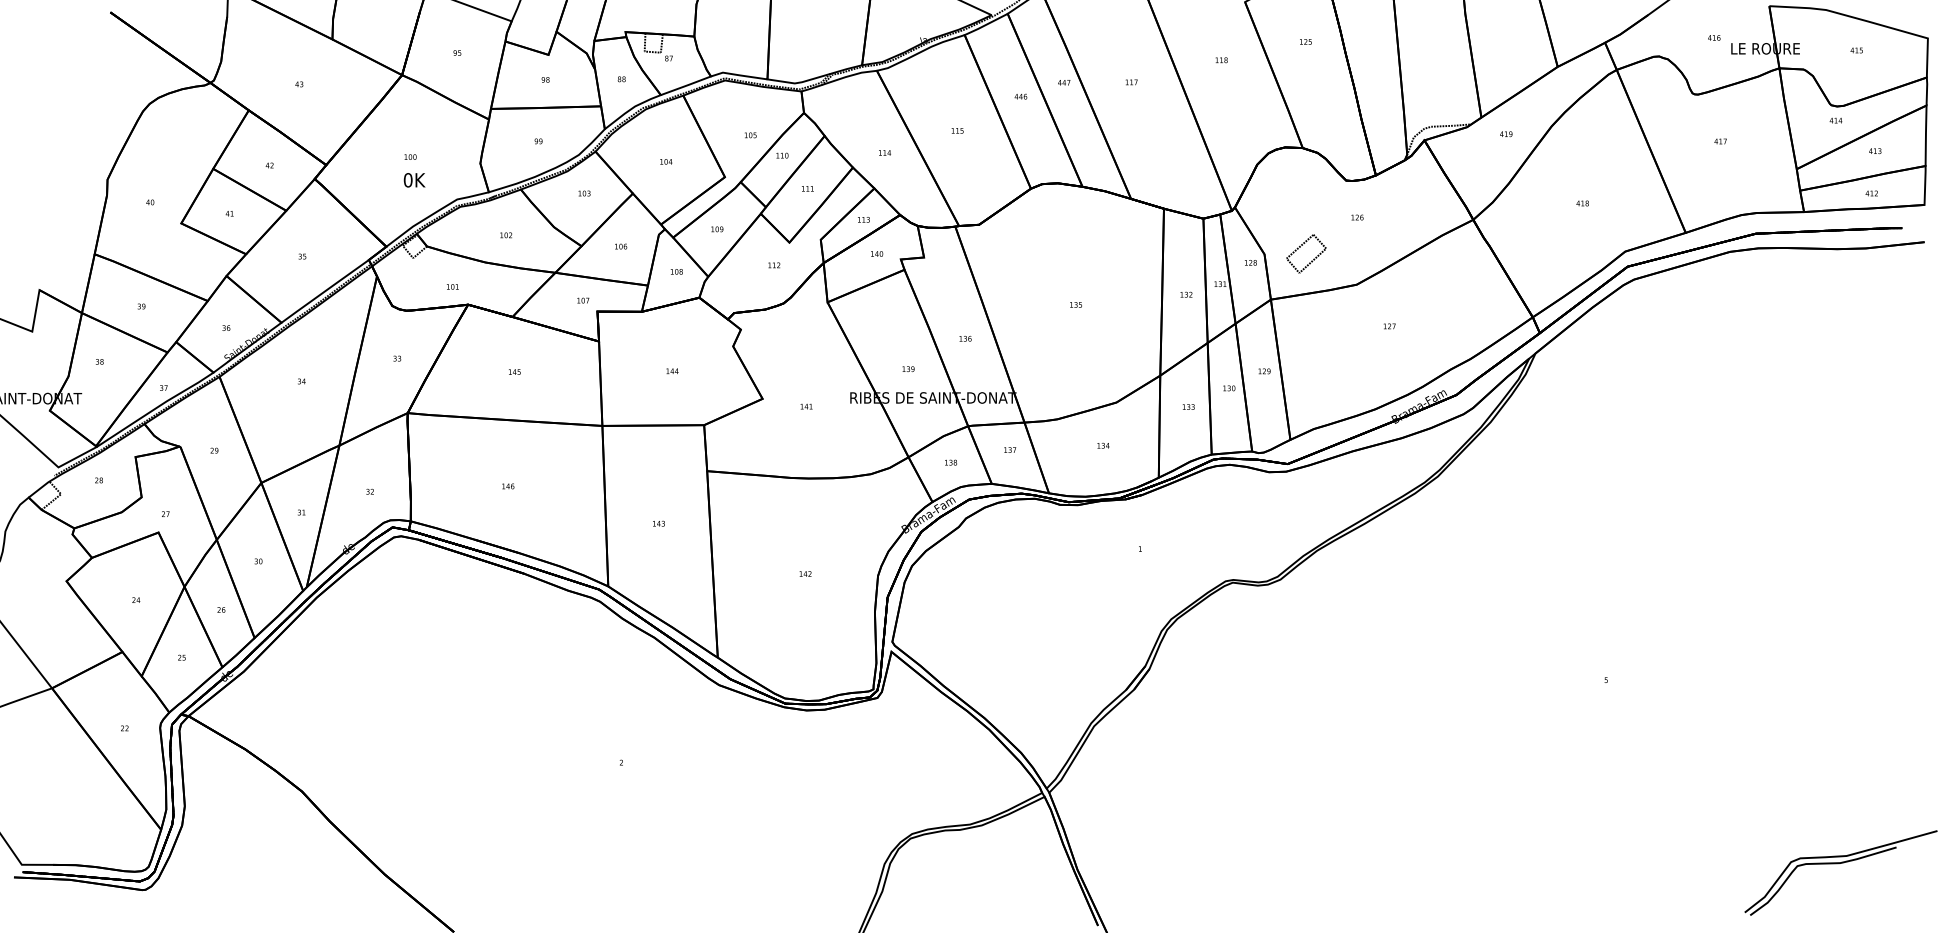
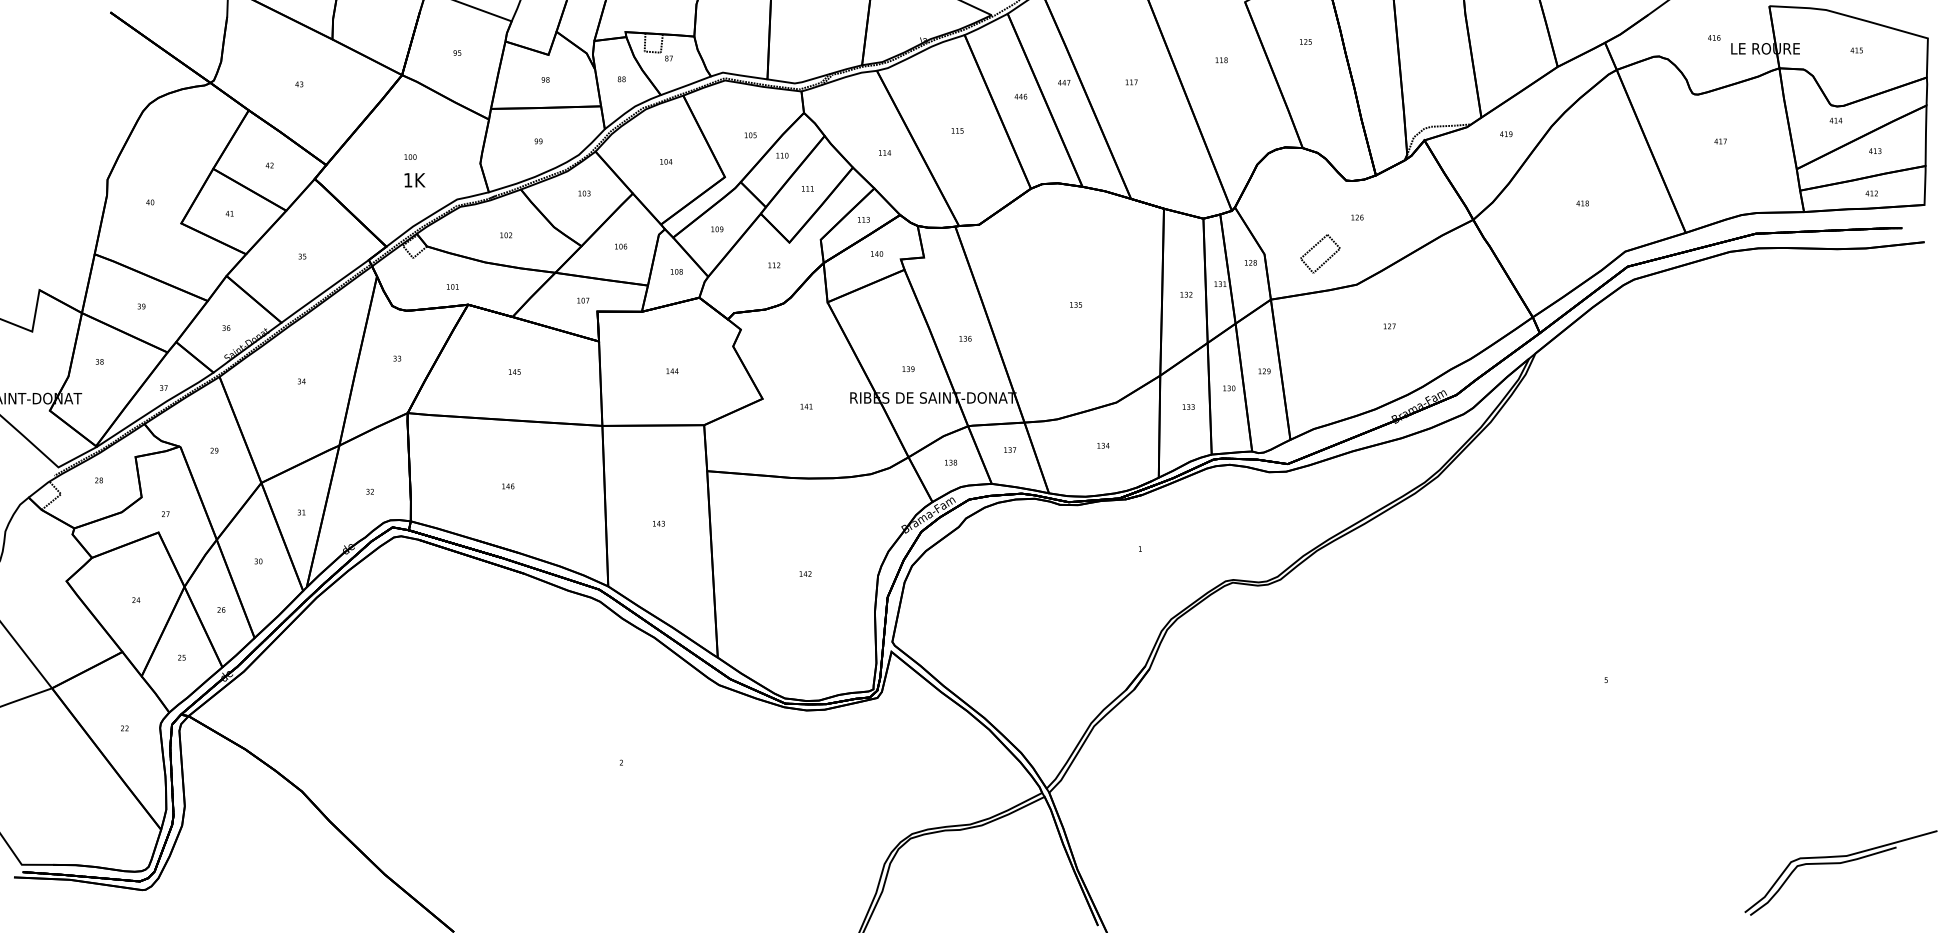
text at (407, 180): 0K -> 1K
line at (1300, 247) position: (1300, 247) -> (1314, 247)
